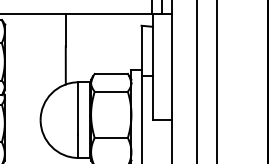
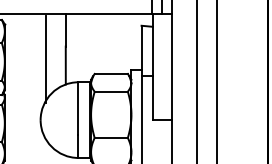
line at (45, 59): none -> present
